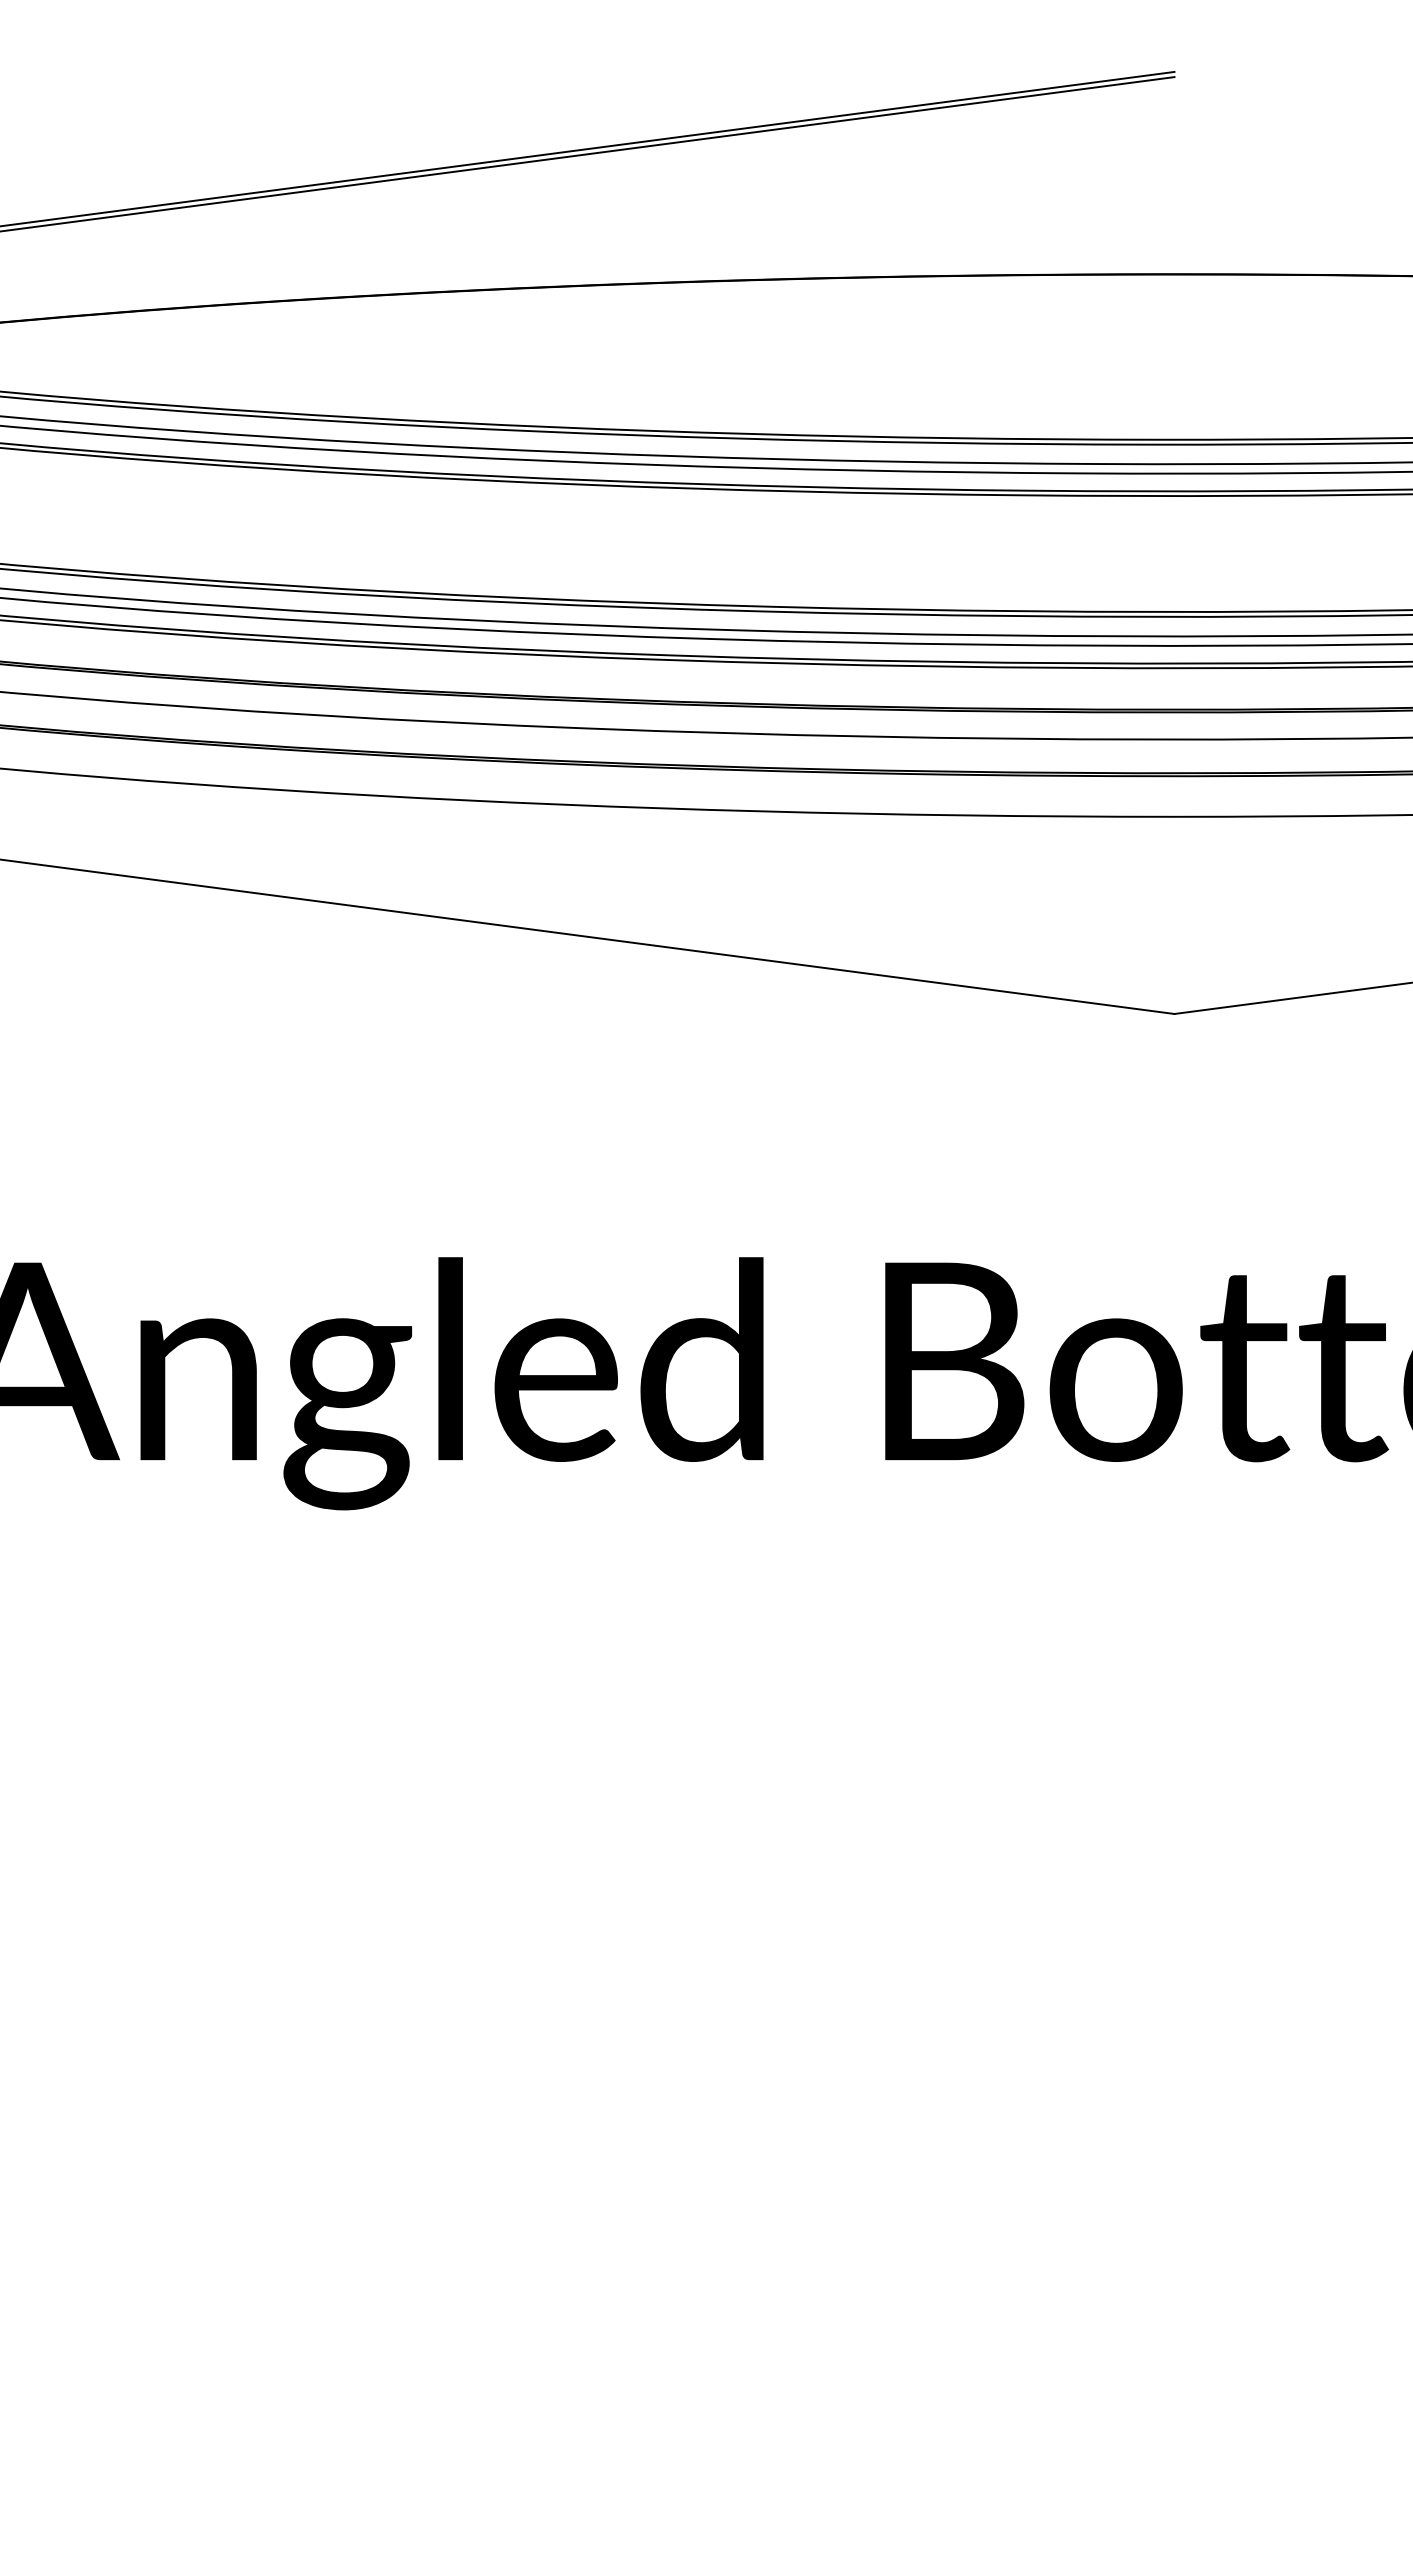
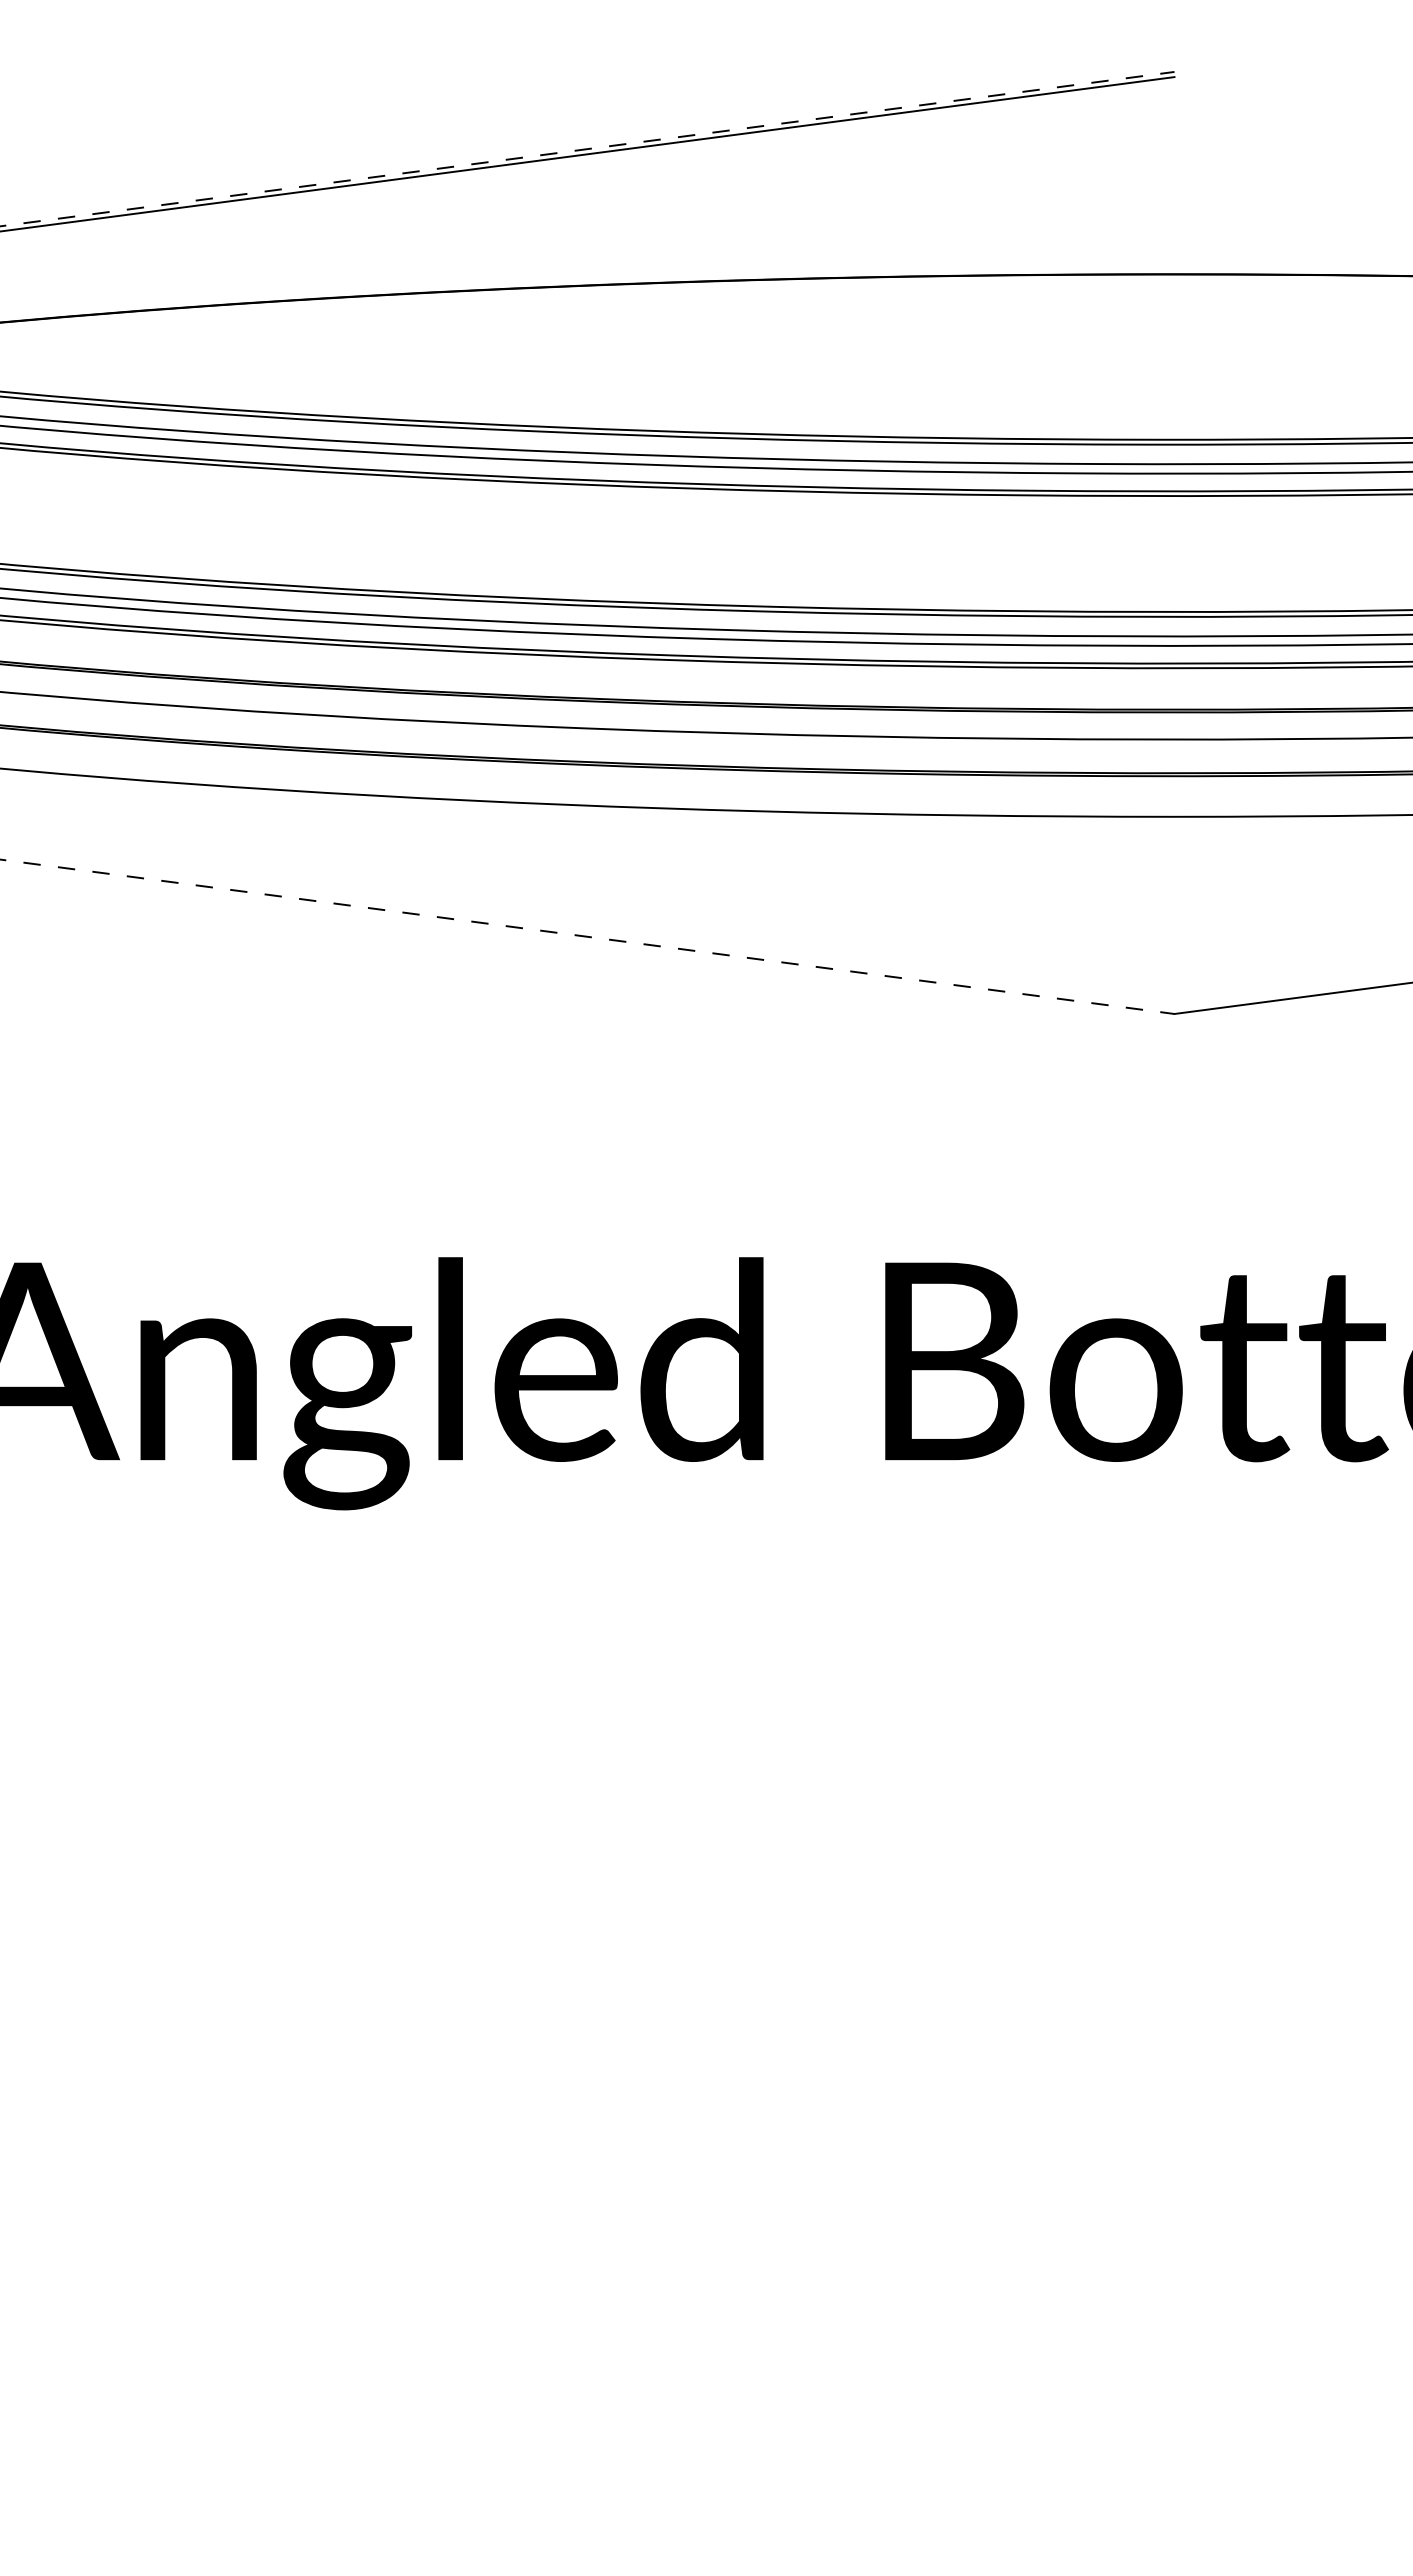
line at (587, 149): solid -> dashed
line at (587, 936): solid -> dashed
